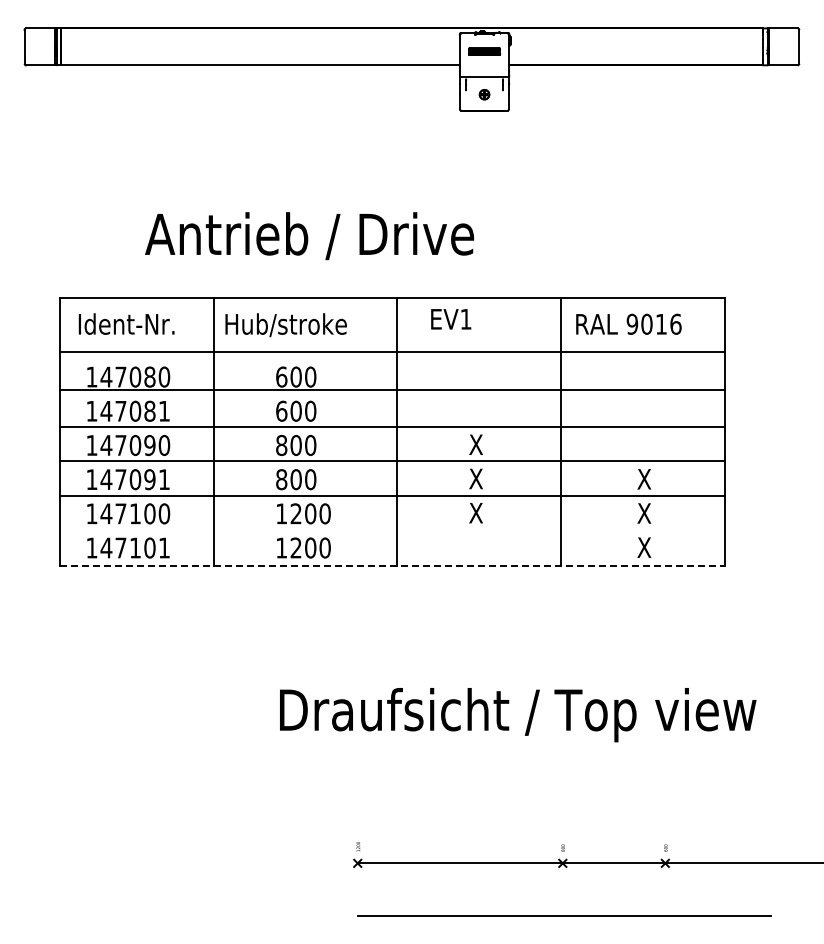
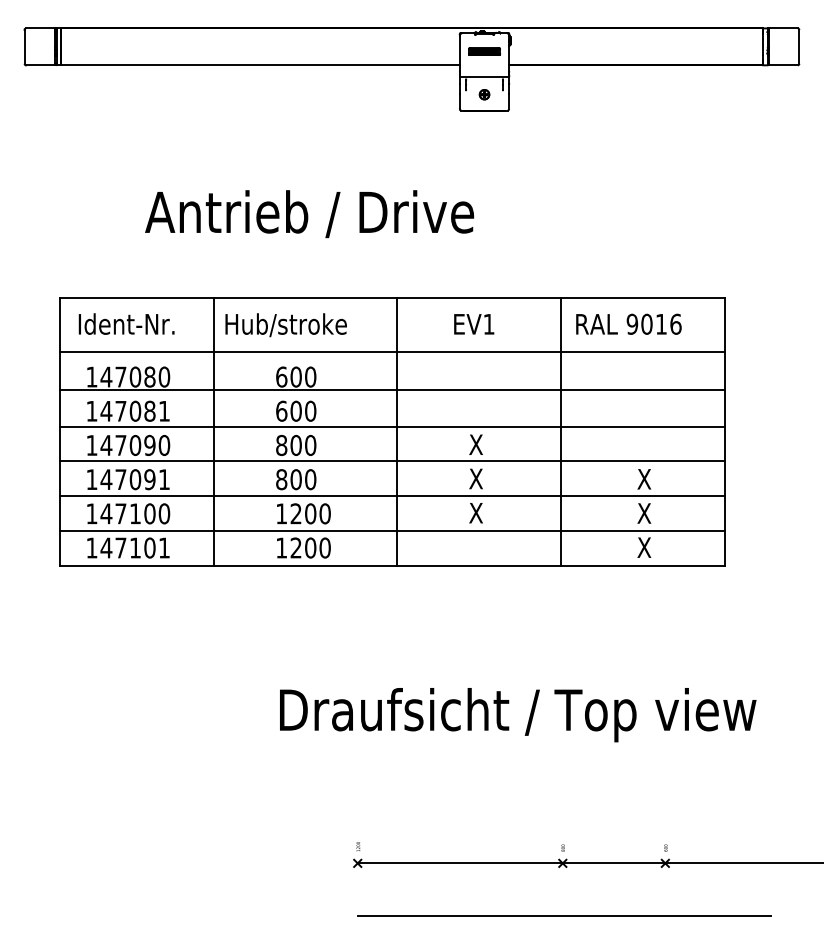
text at (309, 236) position: (309, 236) -> (309, 214)
text at (451, 319) position: (451, 319) -> (474, 324)
line at (392, 531): none -> present
line at (393, 566): dashed -> solid
